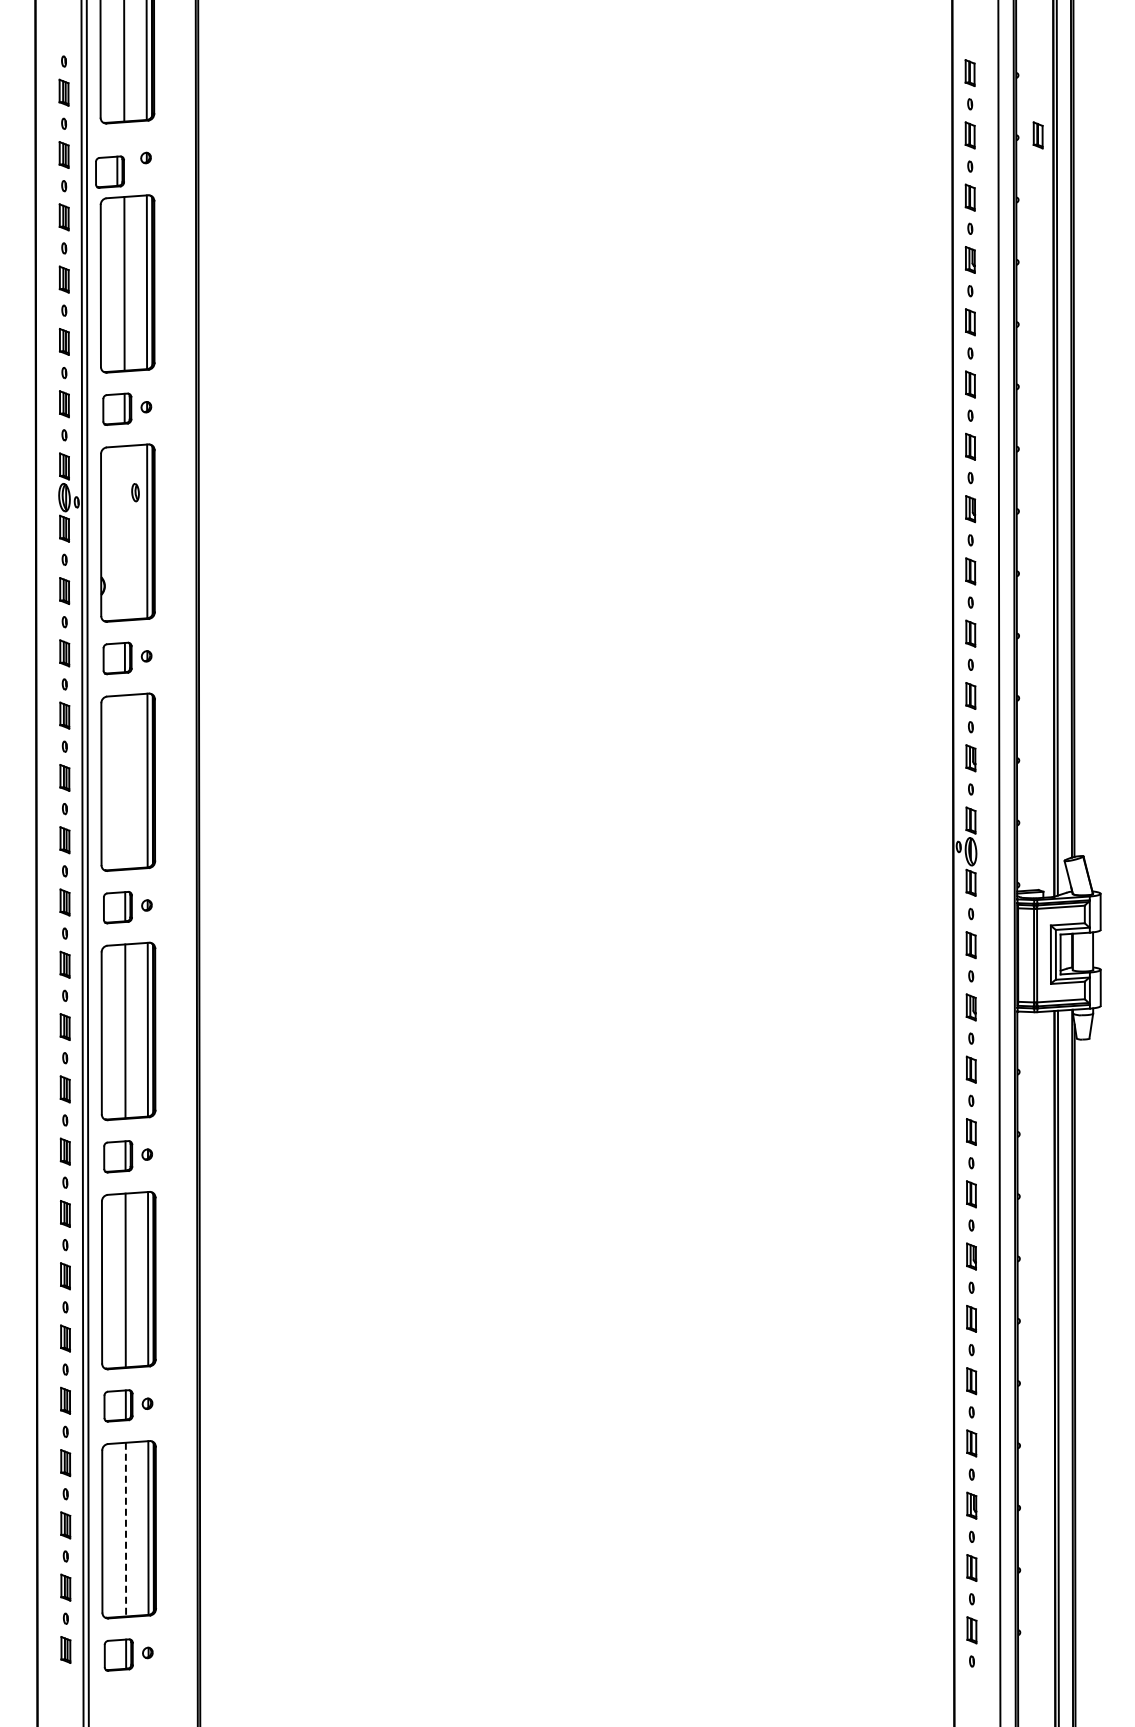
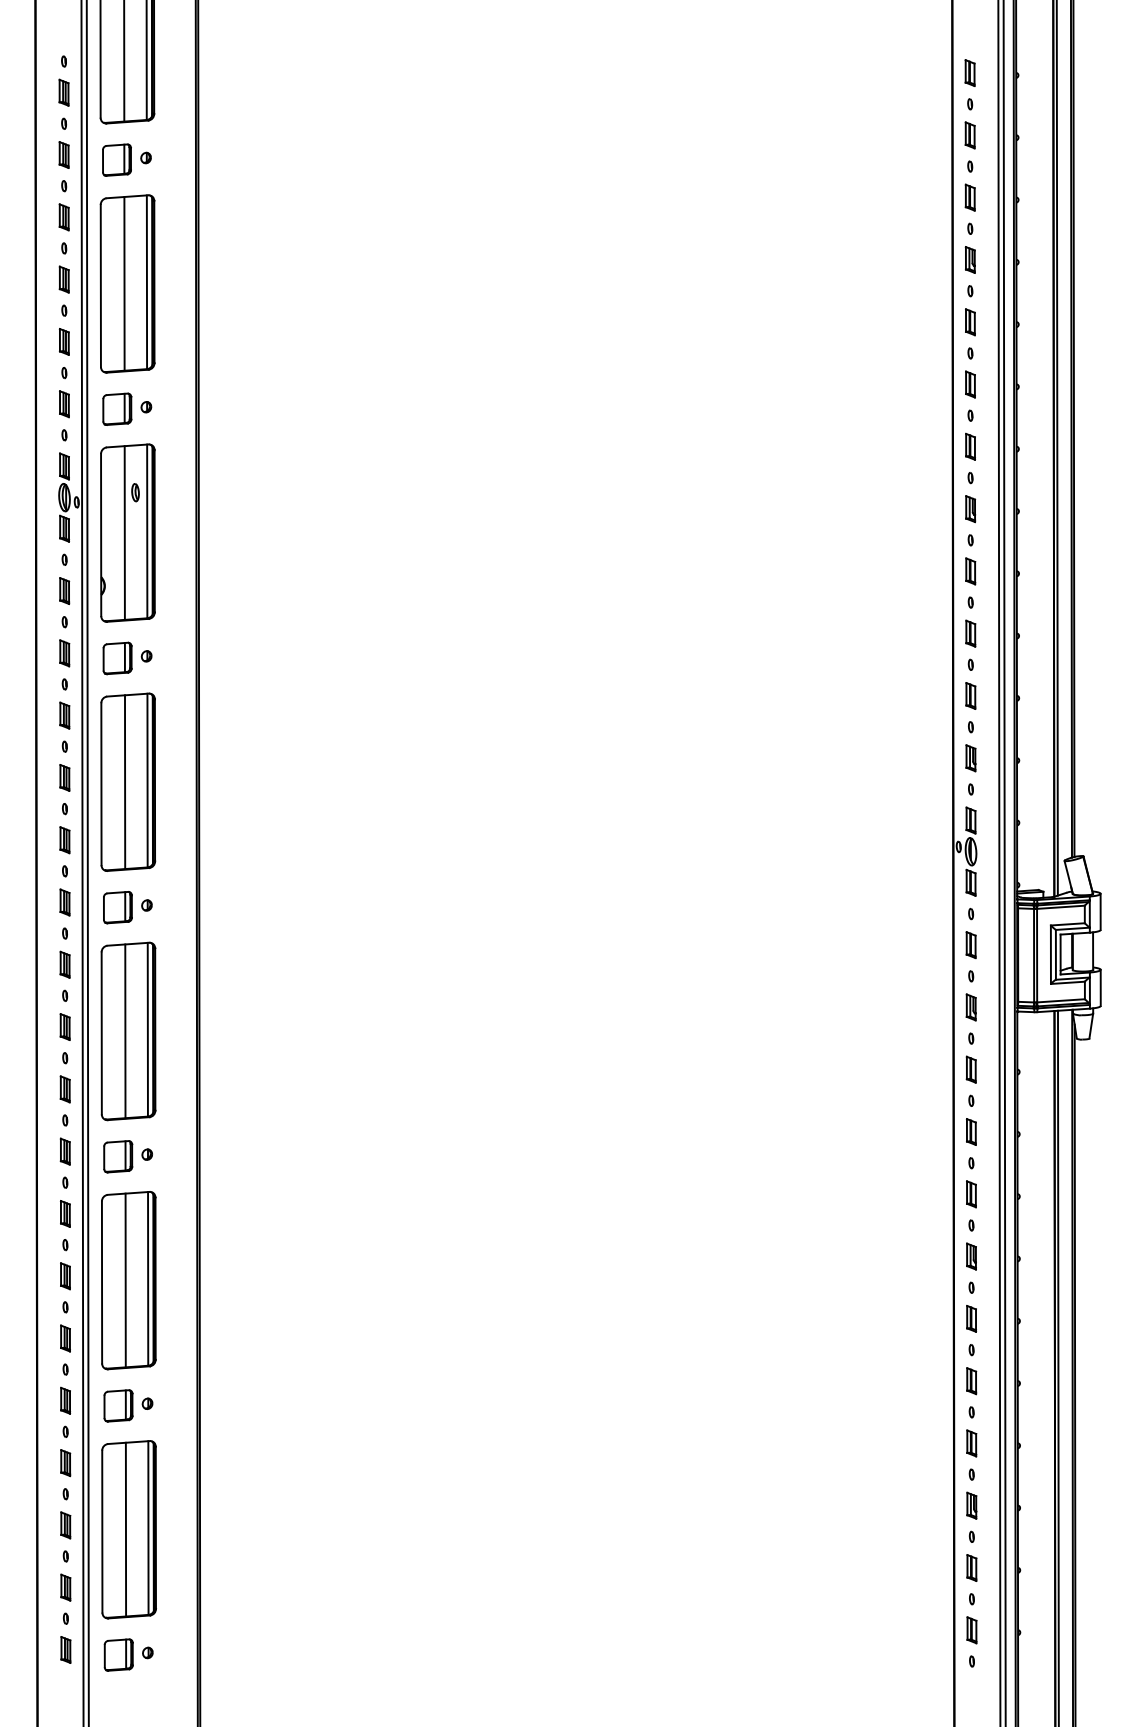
part at (1037, 135): present -> none
part at (109, 171) position: (109, 171) -> (116, 159)
line at (124, 532): none -> present
line at (125, 782): none -> present
line at (1004, 862): none -> present
line at (125, 1529): dashed -> solid
